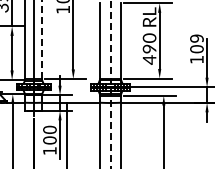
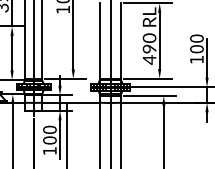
text at (196, 38): 109 -> 100
line at (42, 39): dashed -> solid
line at (110, 84): dashed -> solid
